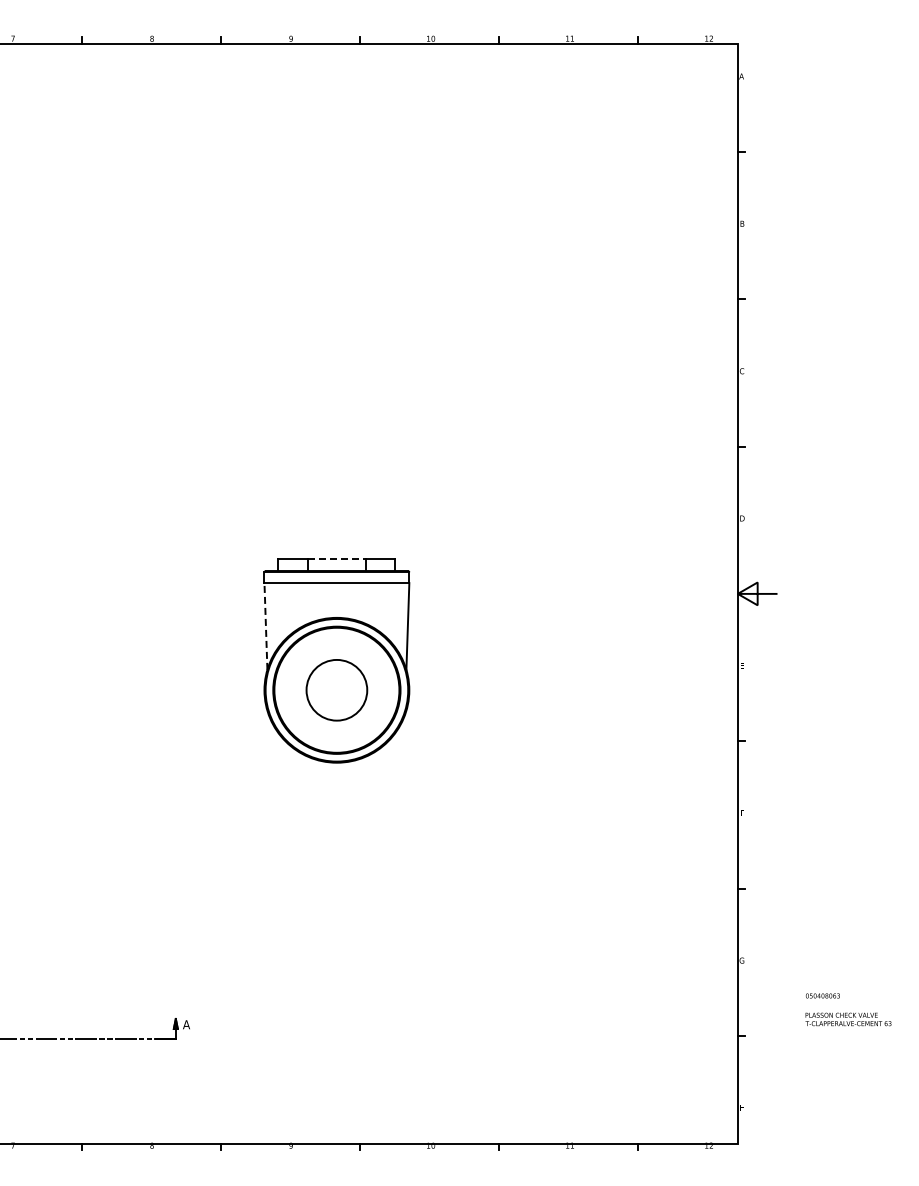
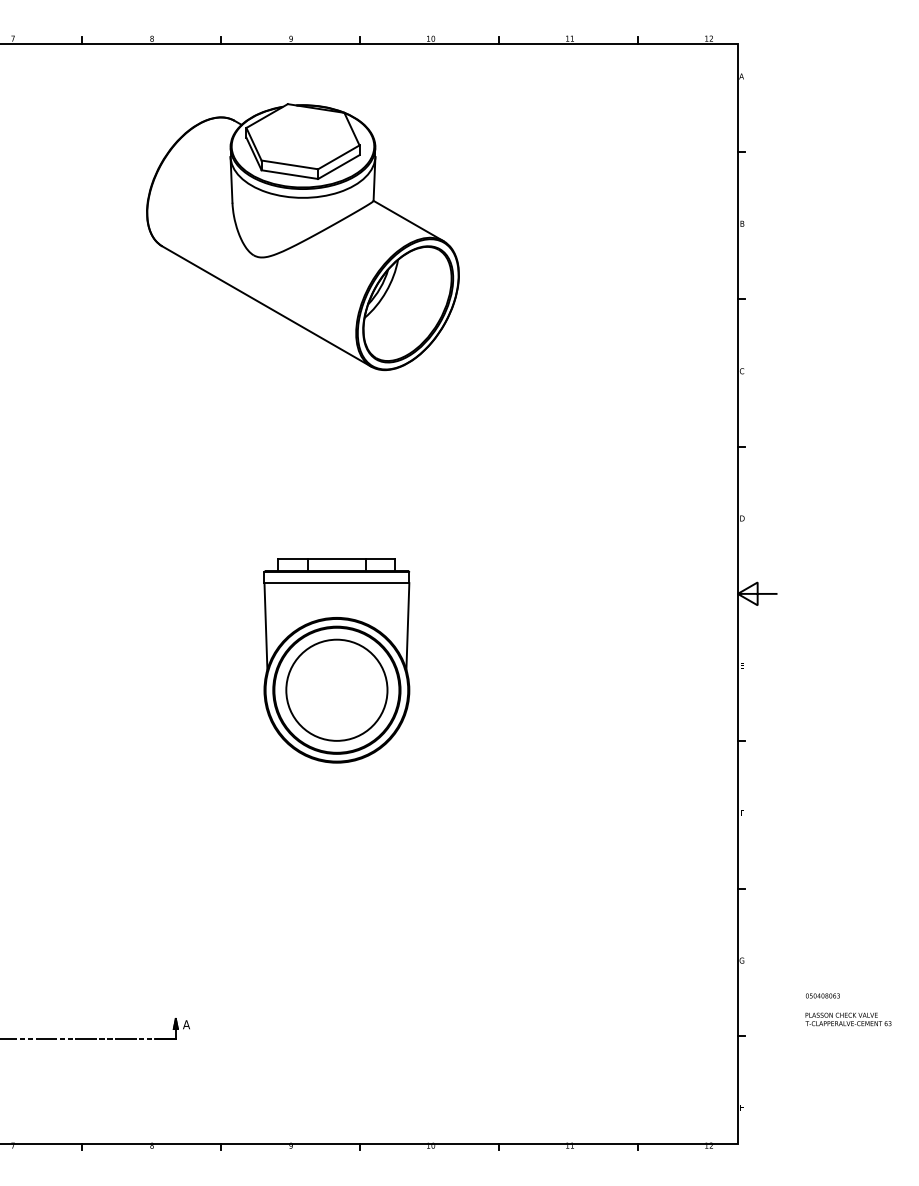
part at (302, 237): none -> present
line at (337, 559): dashed -> solid
line at (265, 626): dashed -> solid
circle at (336, 689) diameter: 61 px -> 101 px
